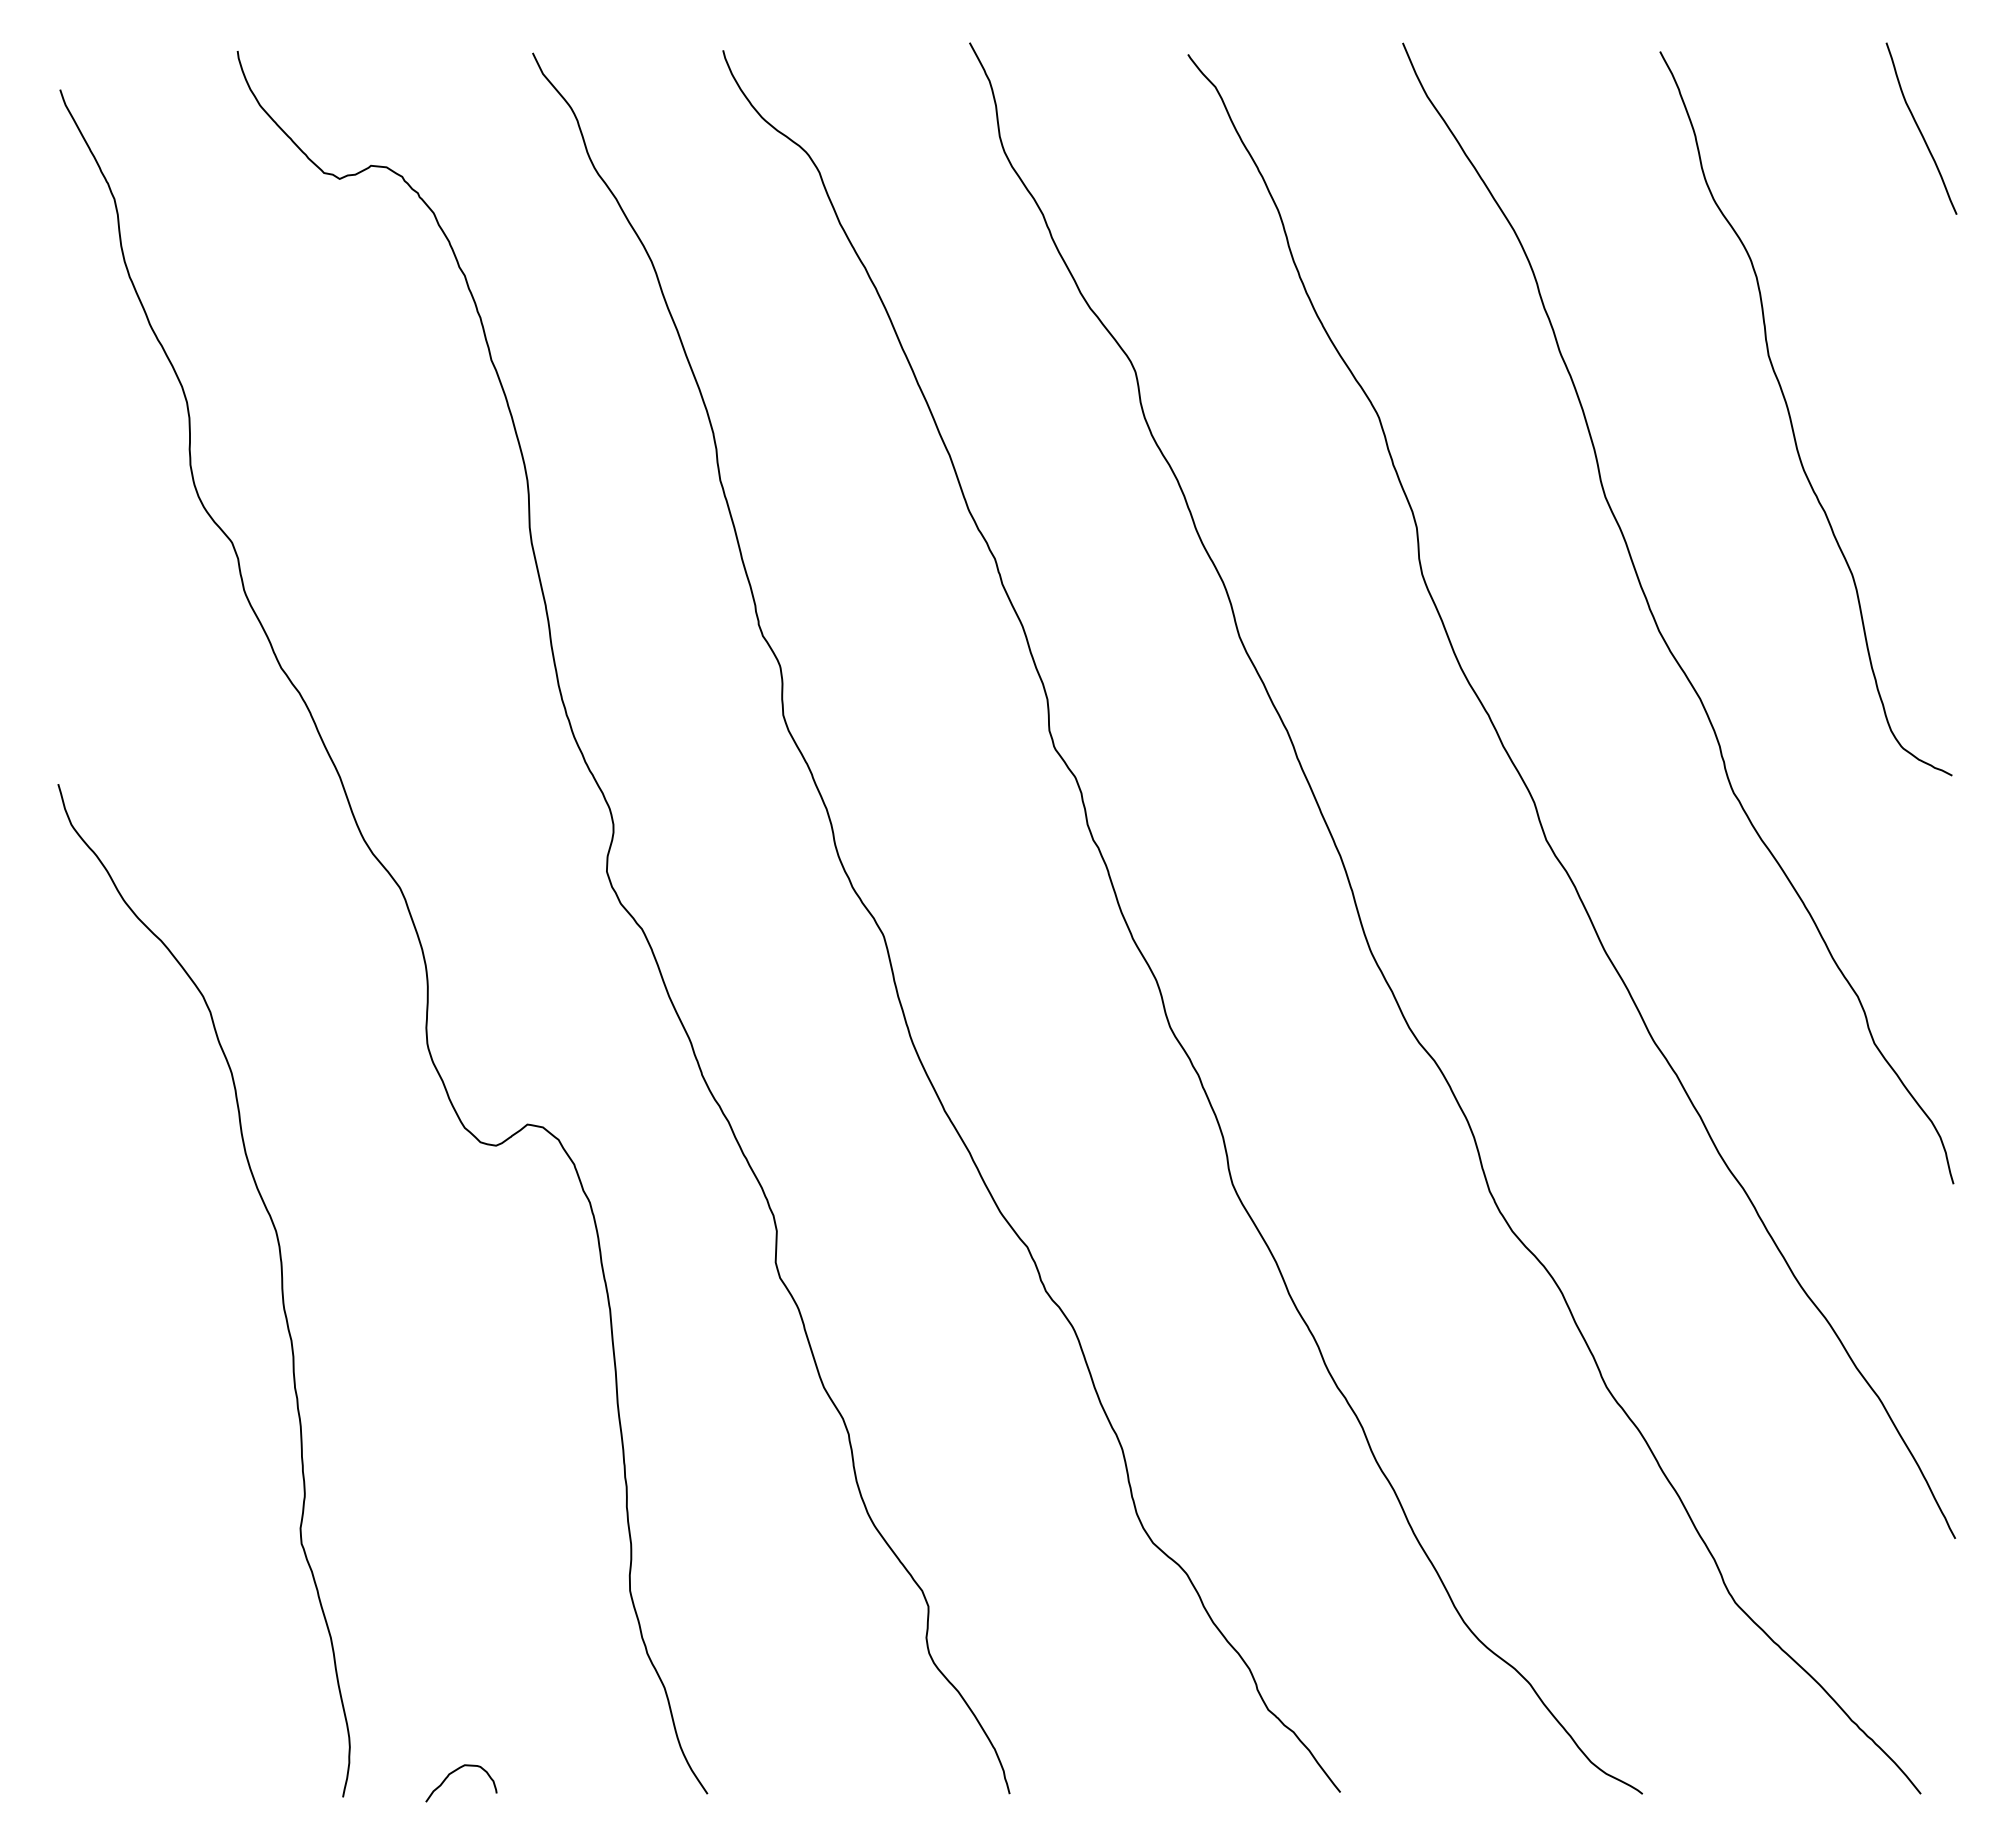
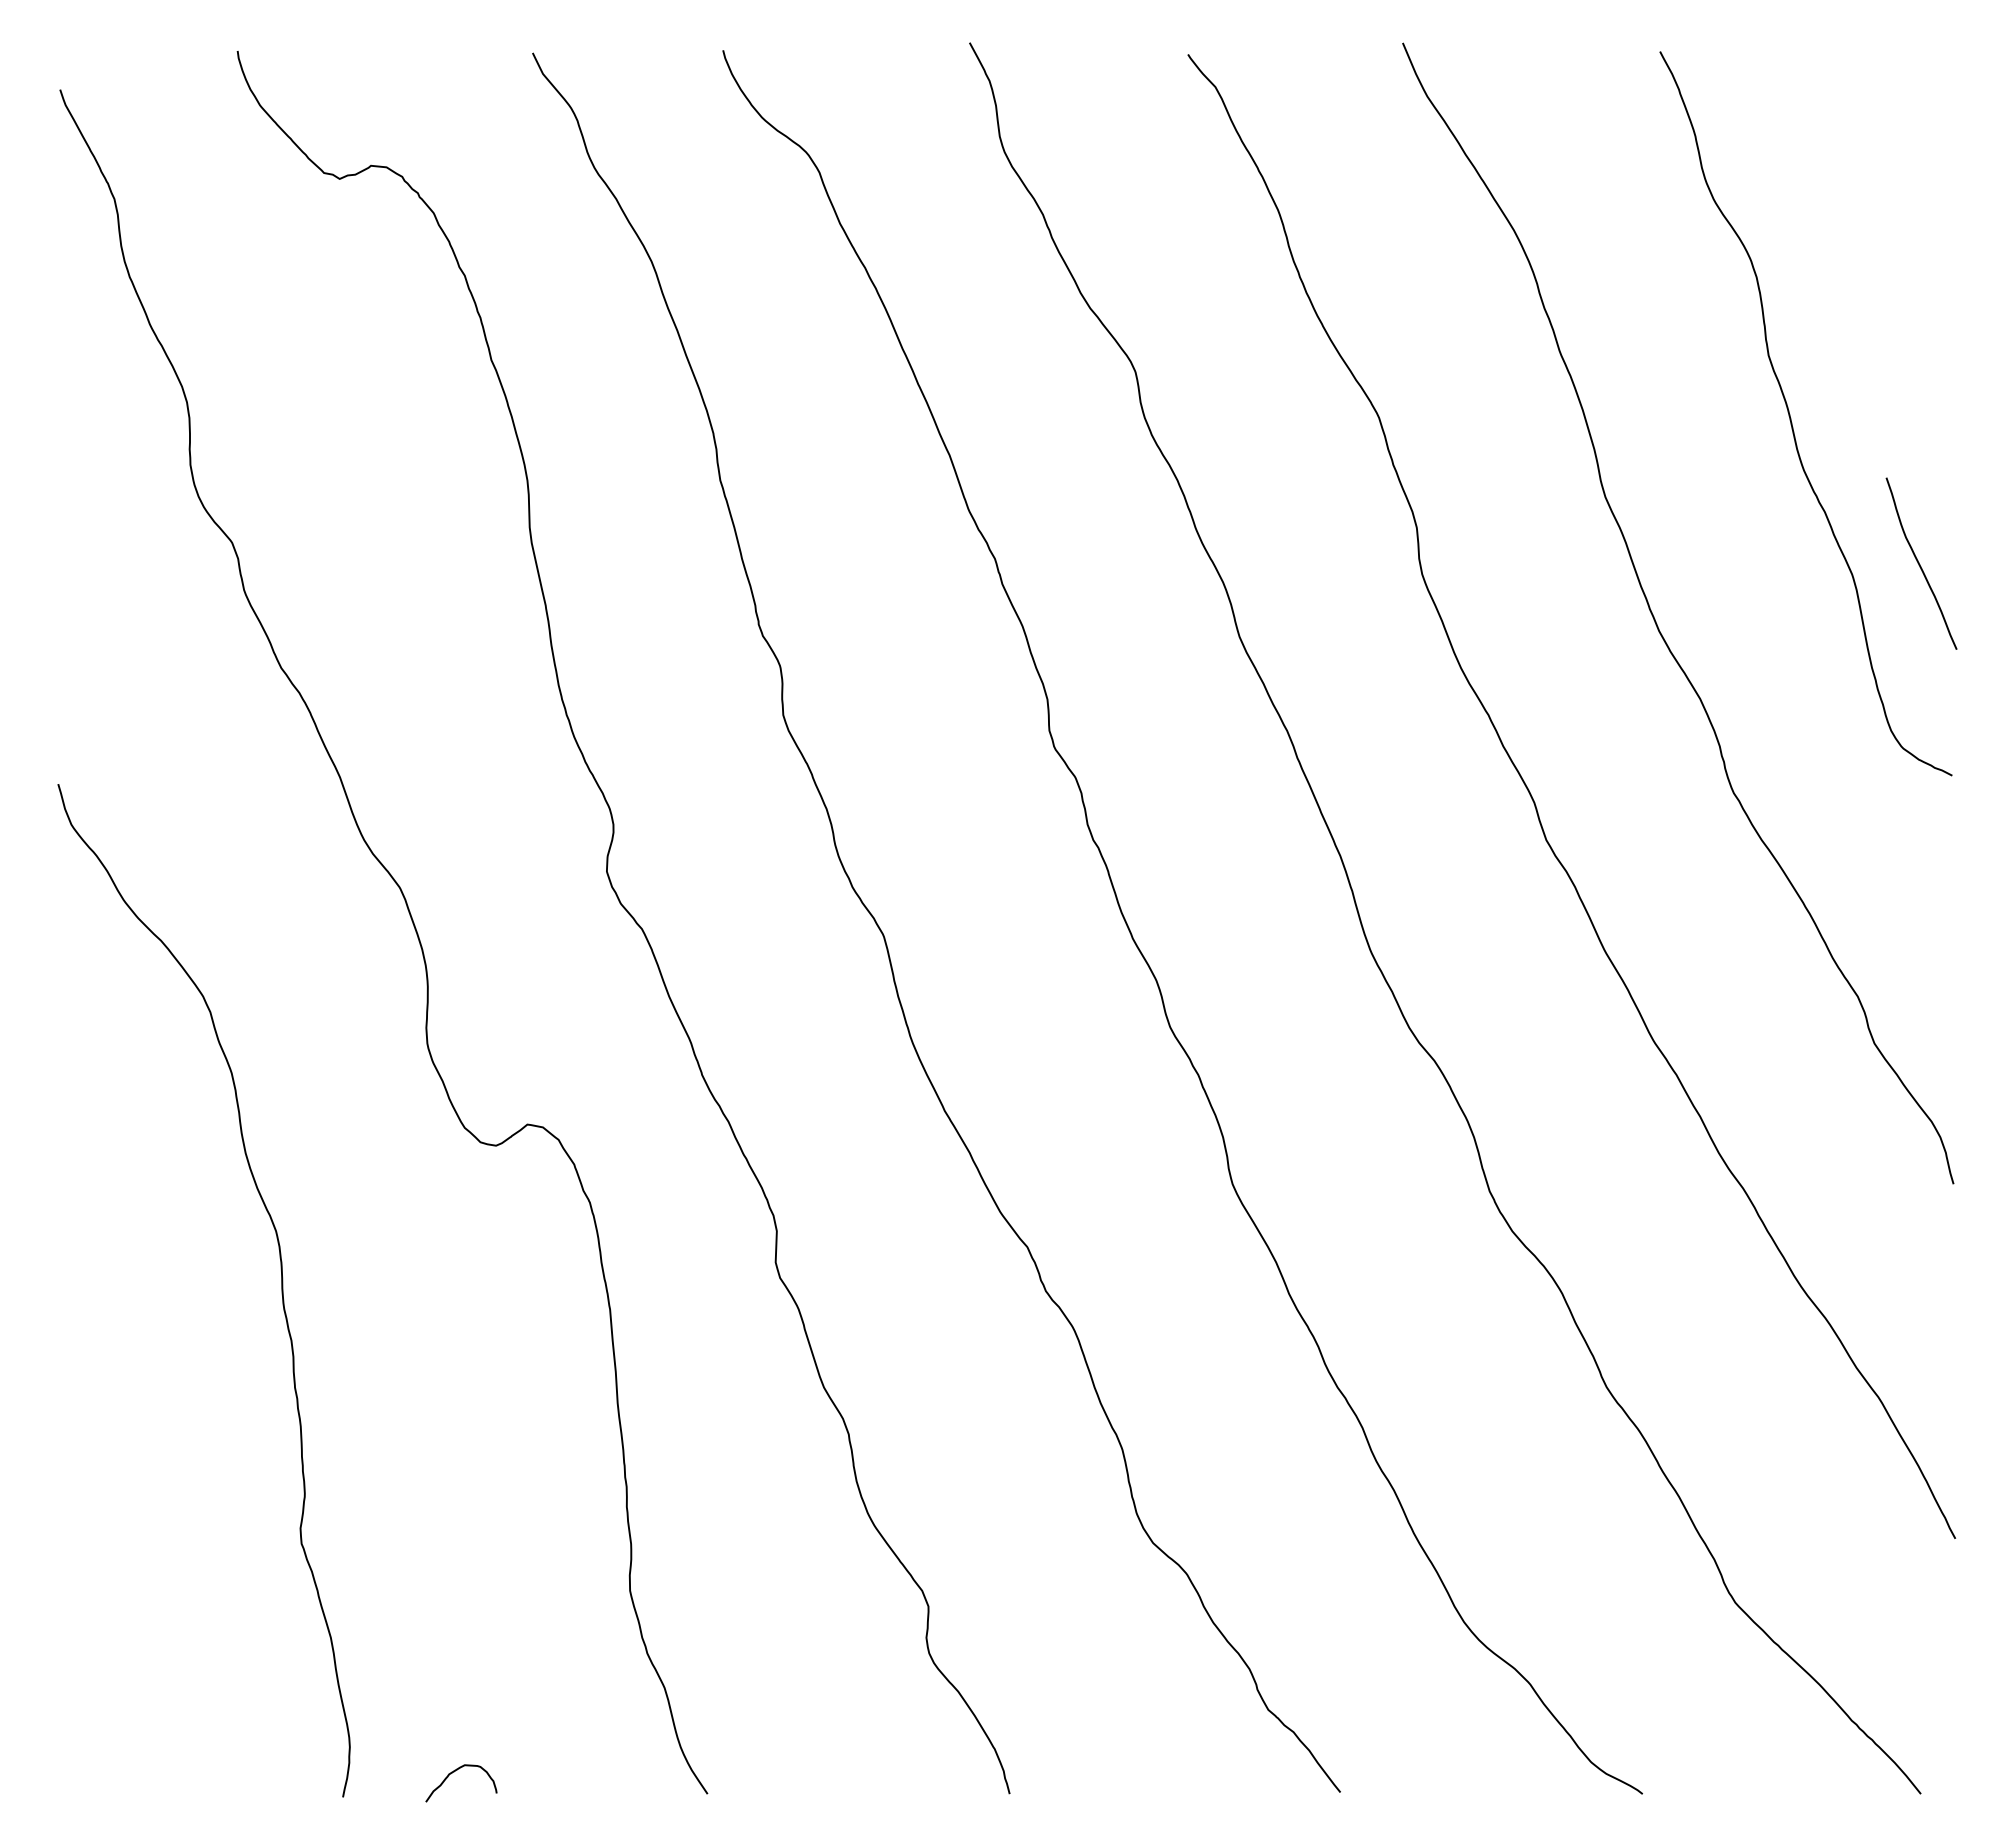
curve at (1920, 129) position: (1920, 129) -> (1920, 564)
